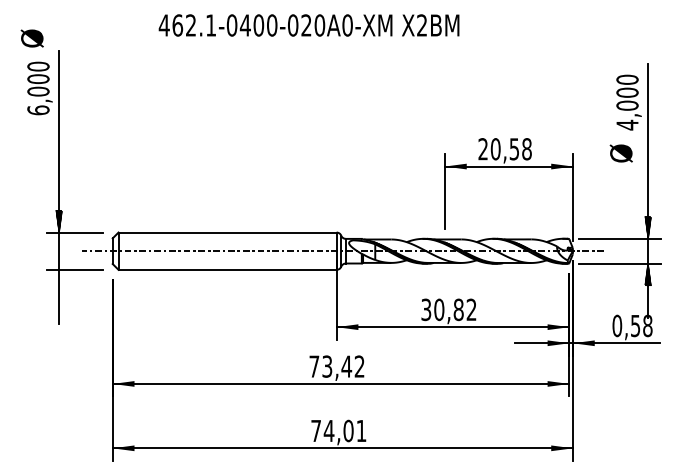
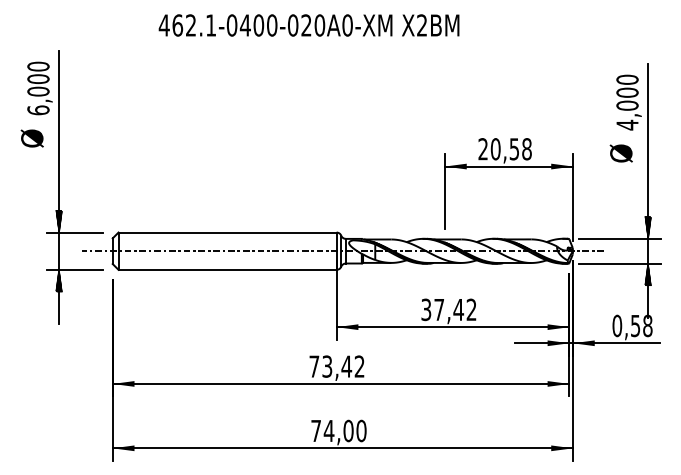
text at (31, 38) position: (31, 38) -> (31, 138)
hatch at (58, 280): none -> present
text at (449, 309): 30,82 -> 37,42
text at (361, 430): 74,01 -> 74,00
